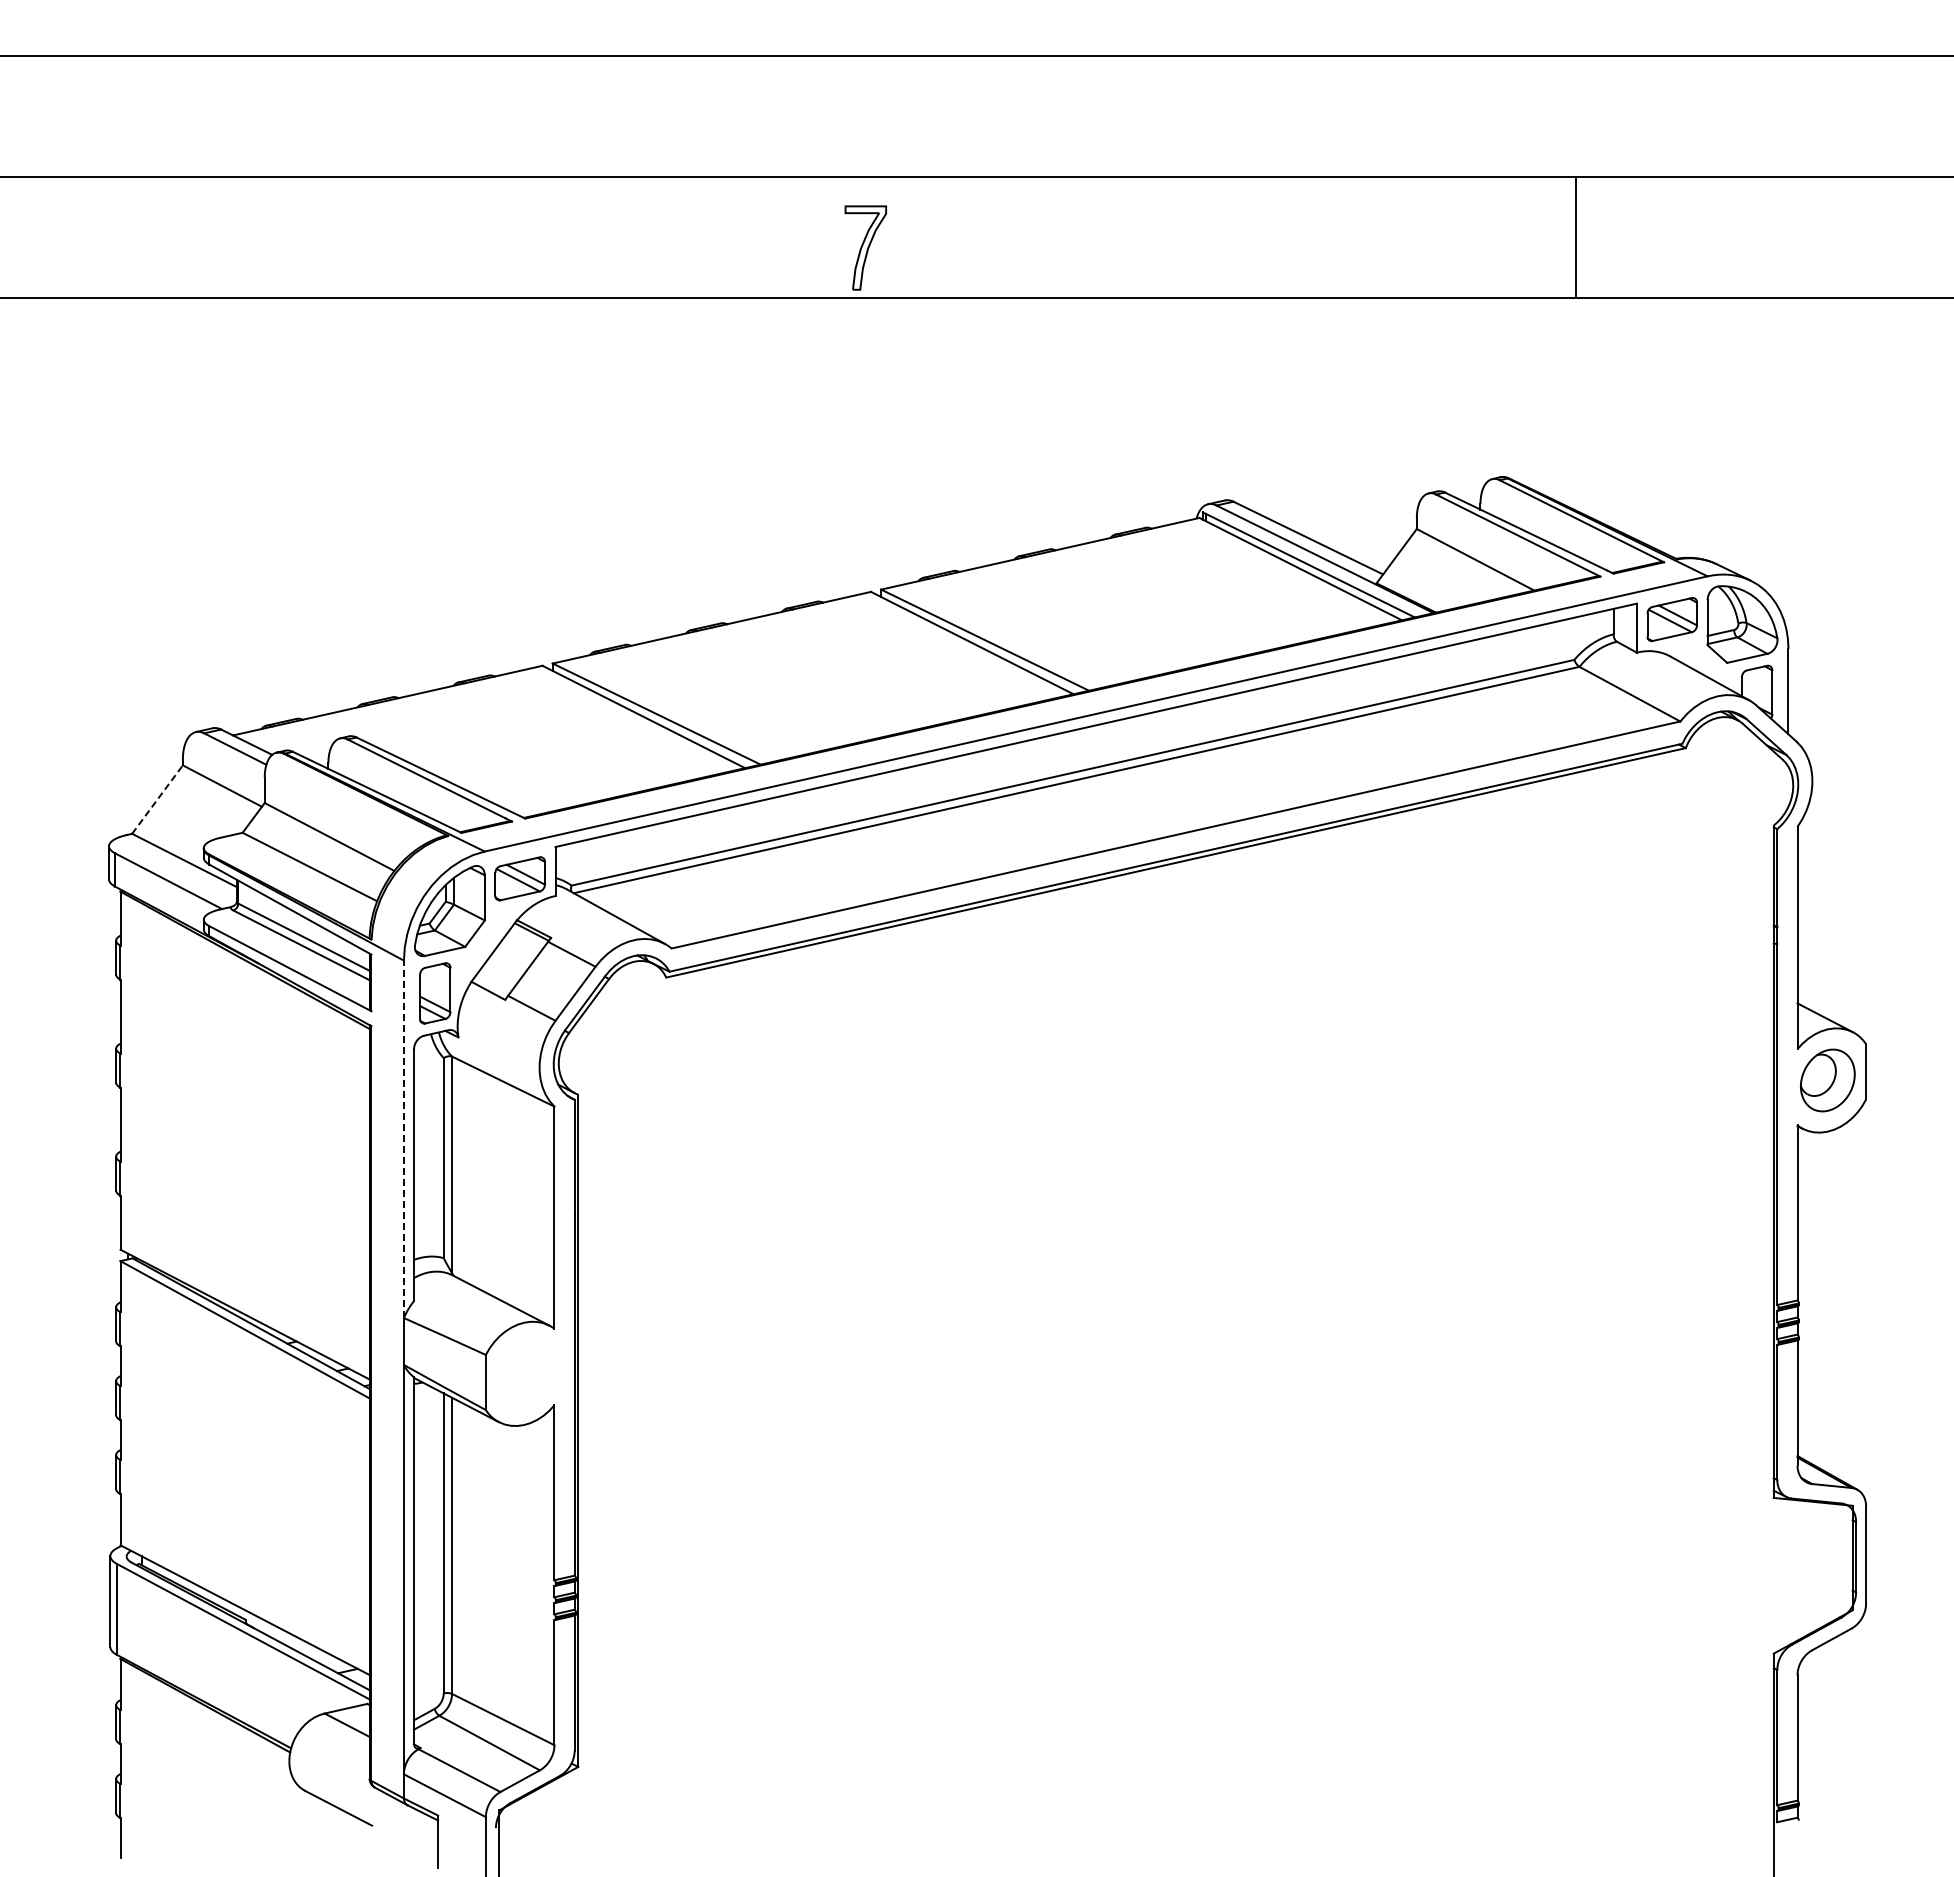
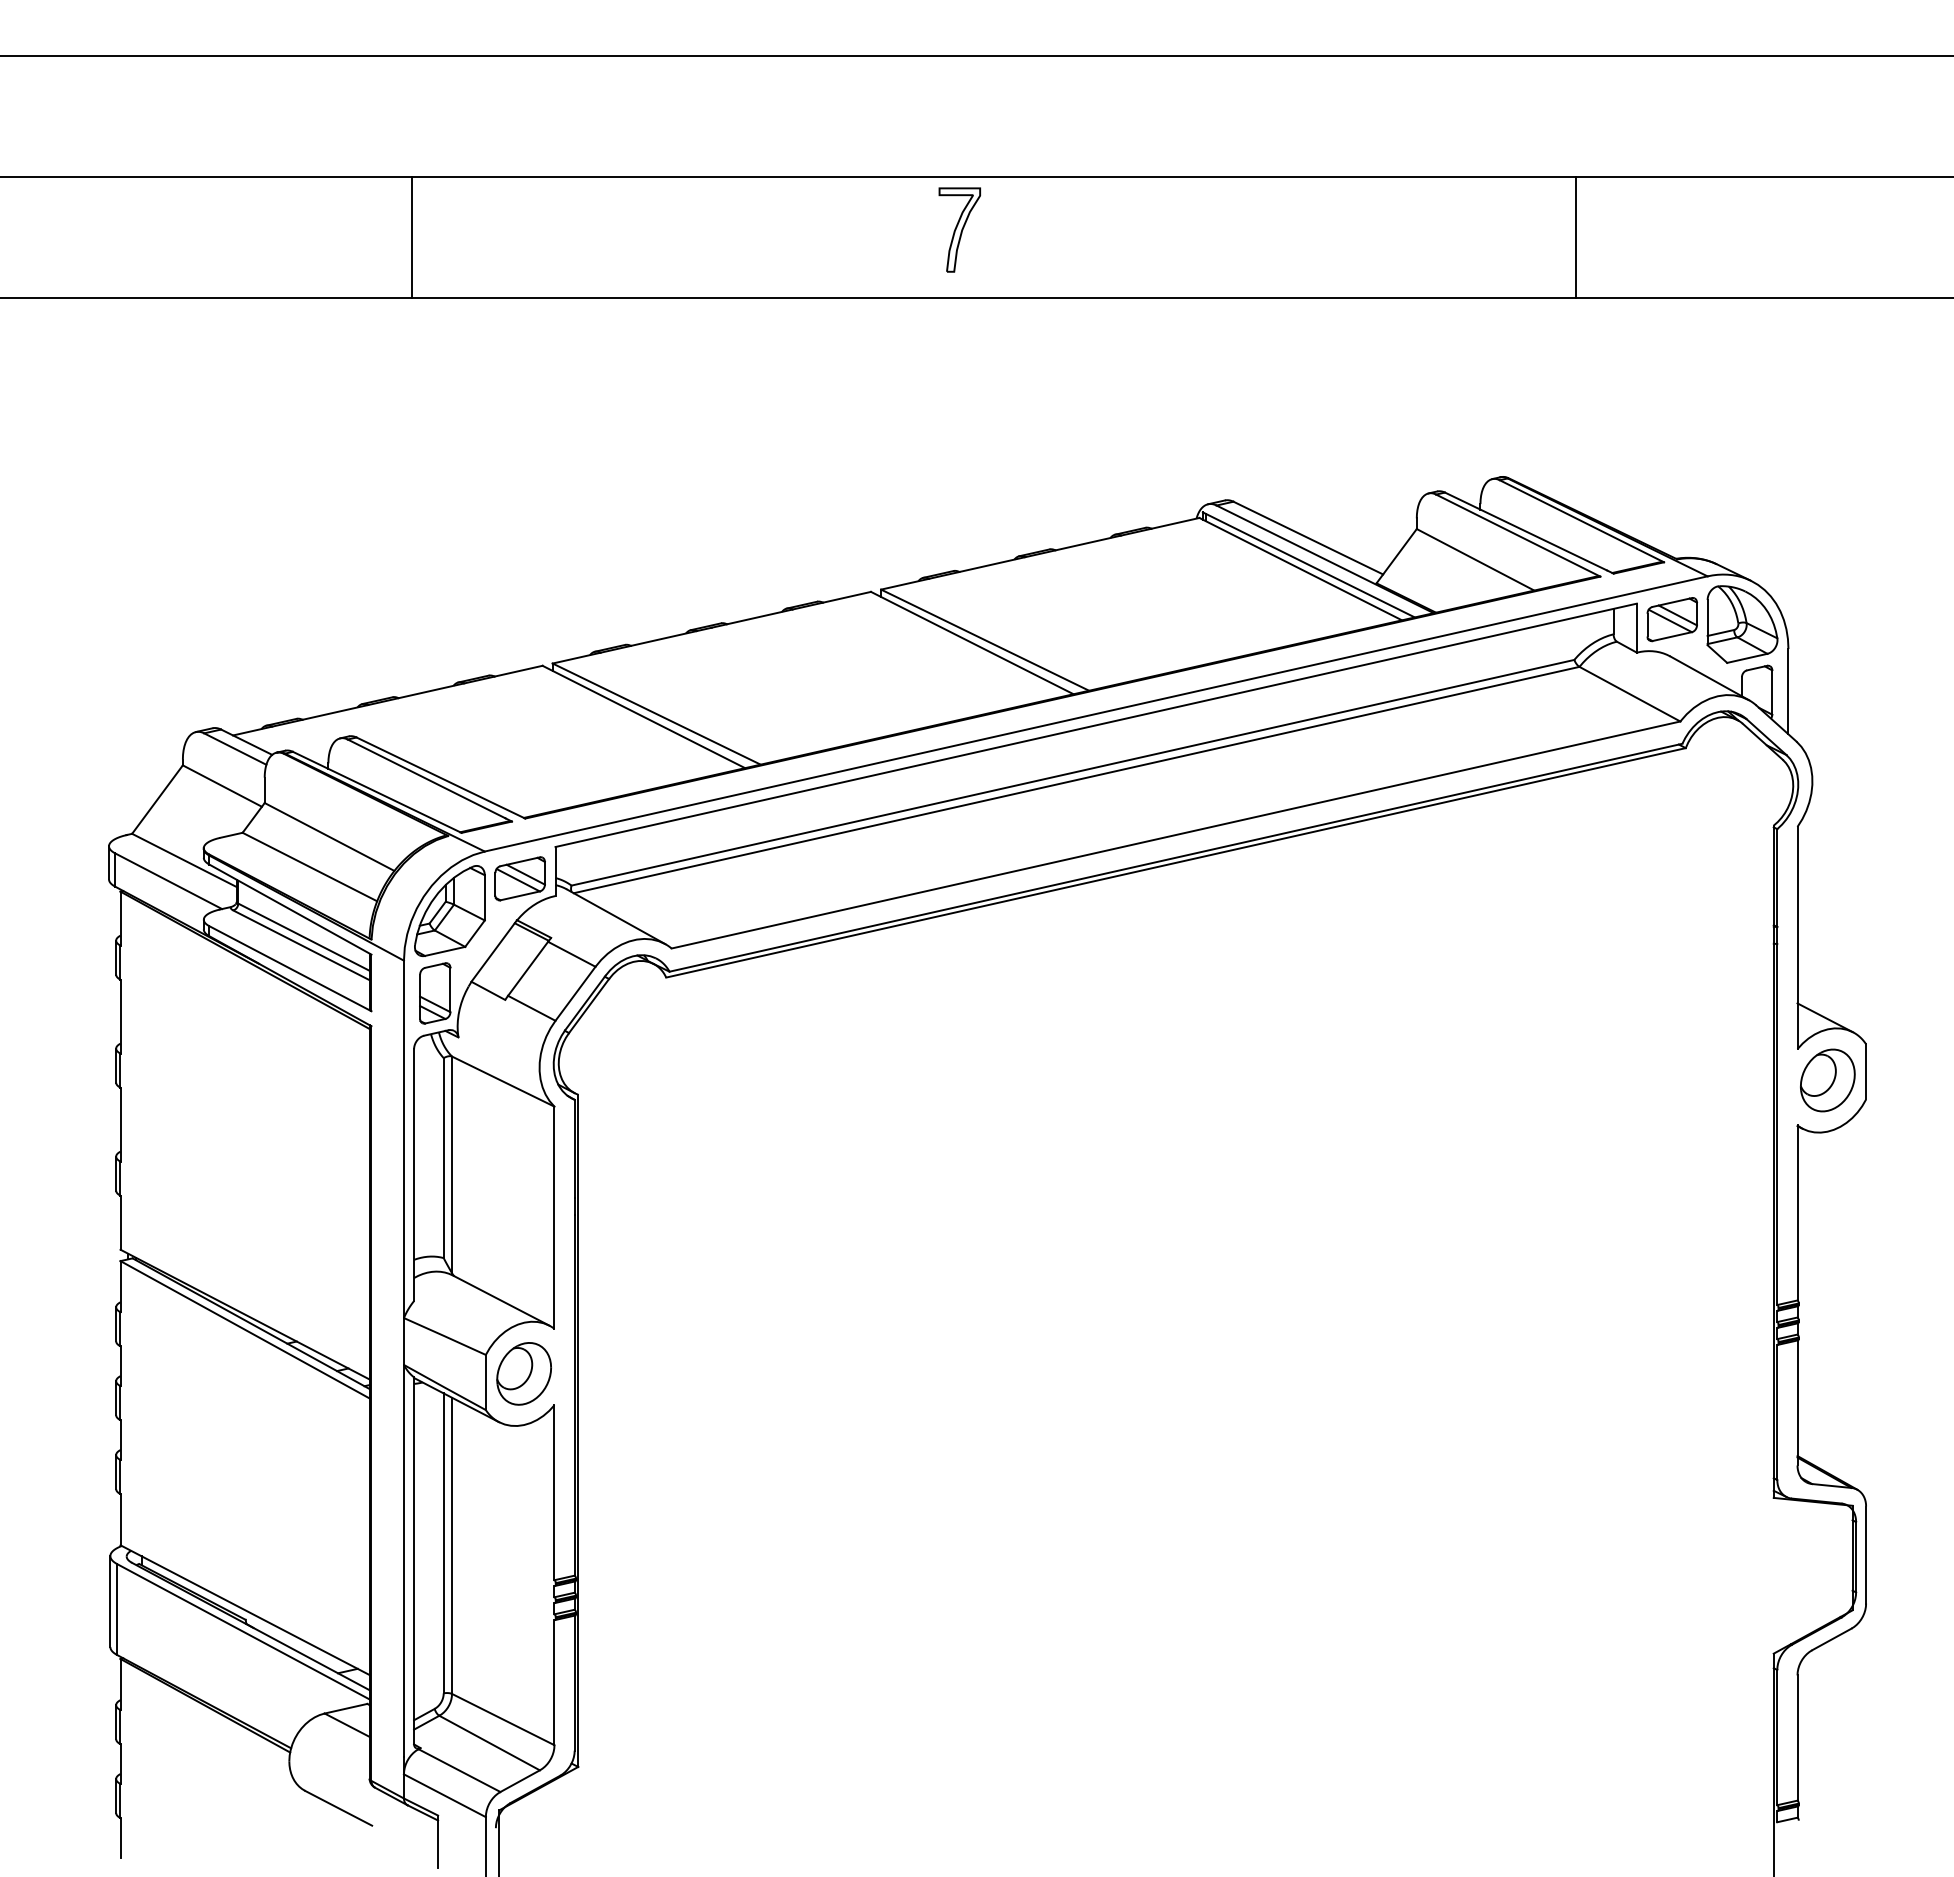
line at (412, 237): none -> present
part at (865, 247) position: (865, 247) -> (959, 229)
line at (157, 799): dashed -> solid
line at (403, 1139): dashed -> solid
part at (523, 1373): none -> present
